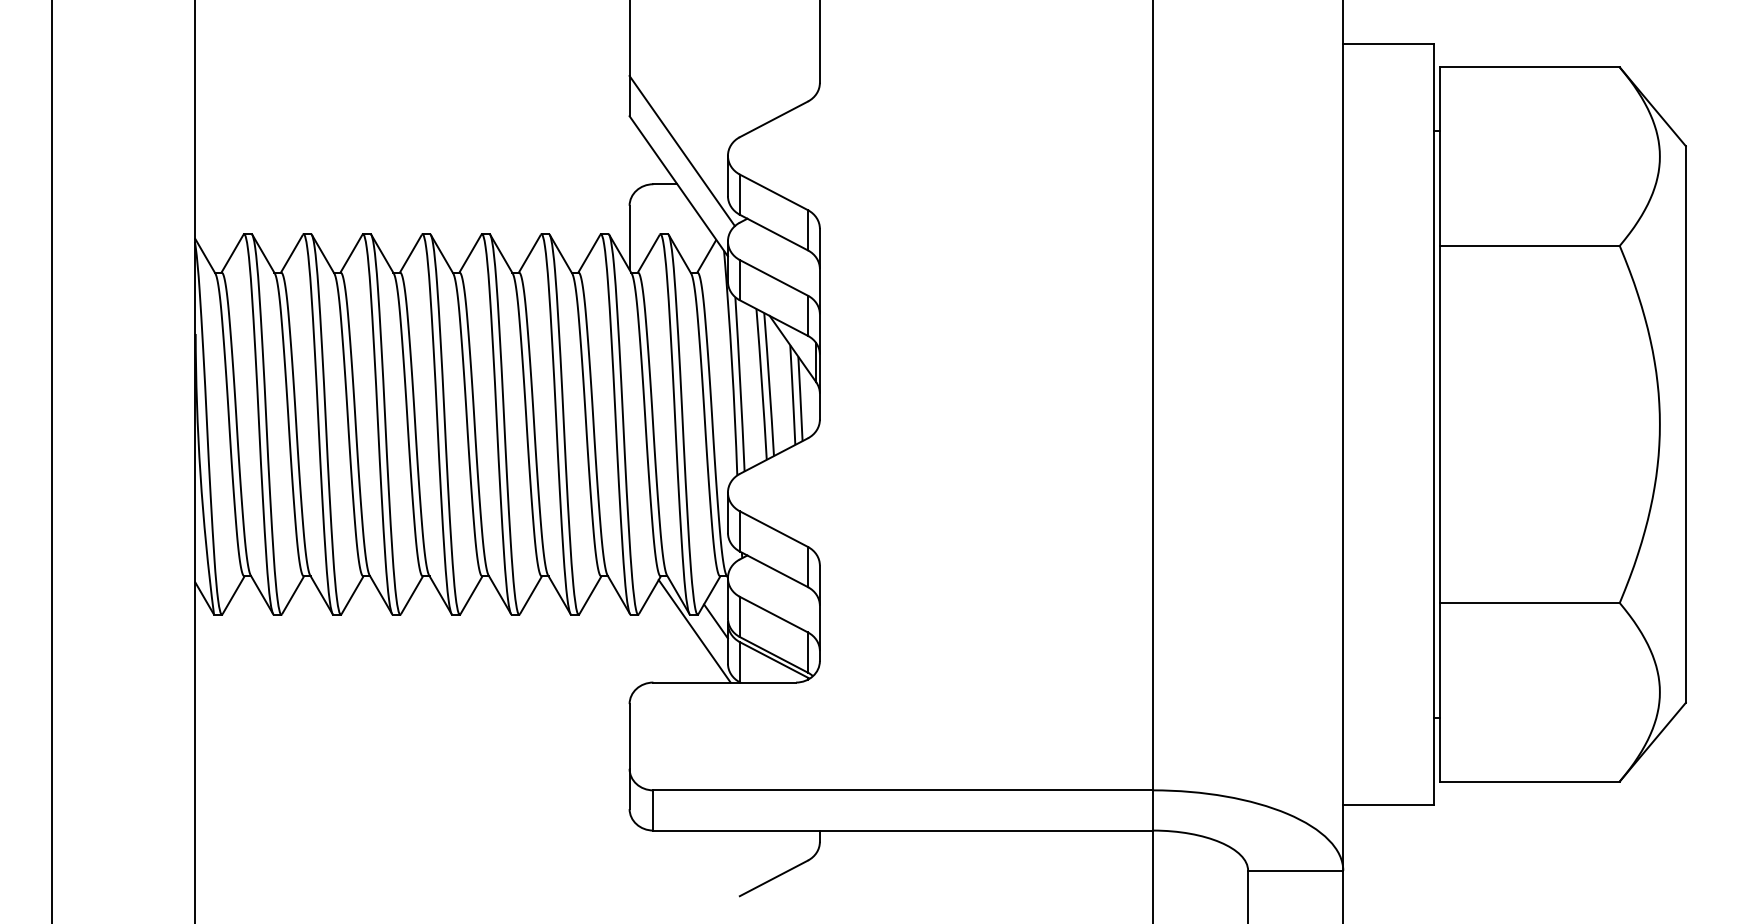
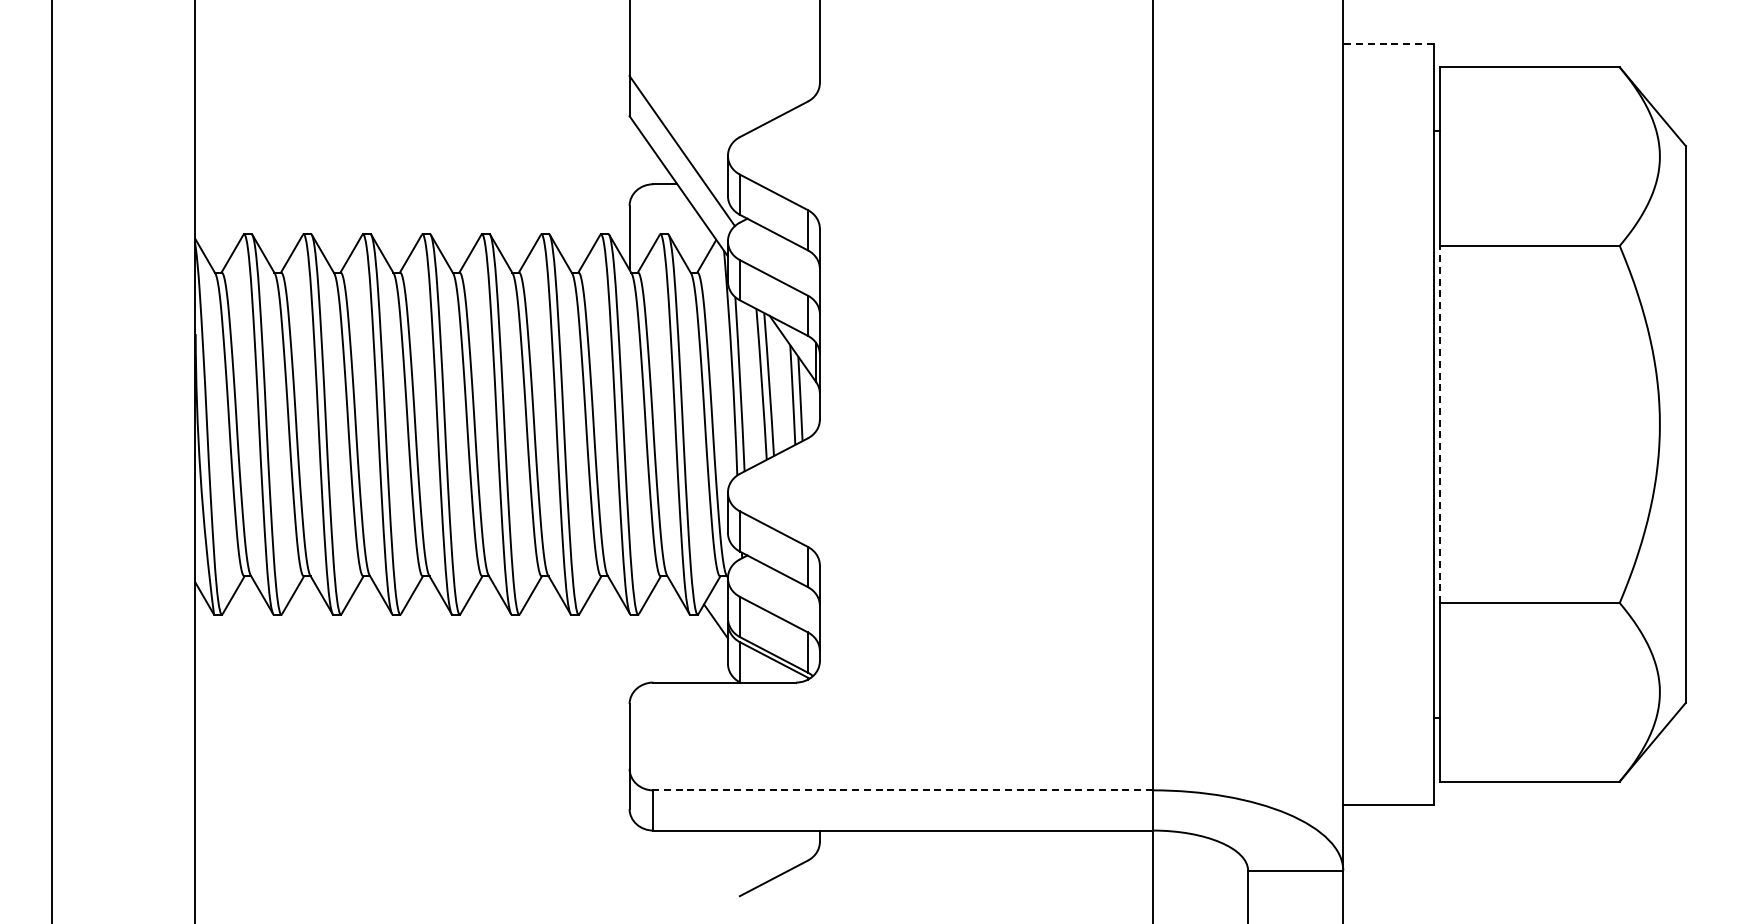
line at (1387, 43): solid -> dashed
line at (1439, 424): solid -> dashed
line at (694, 631): present -> none
line at (903, 790): solid -> dashed
